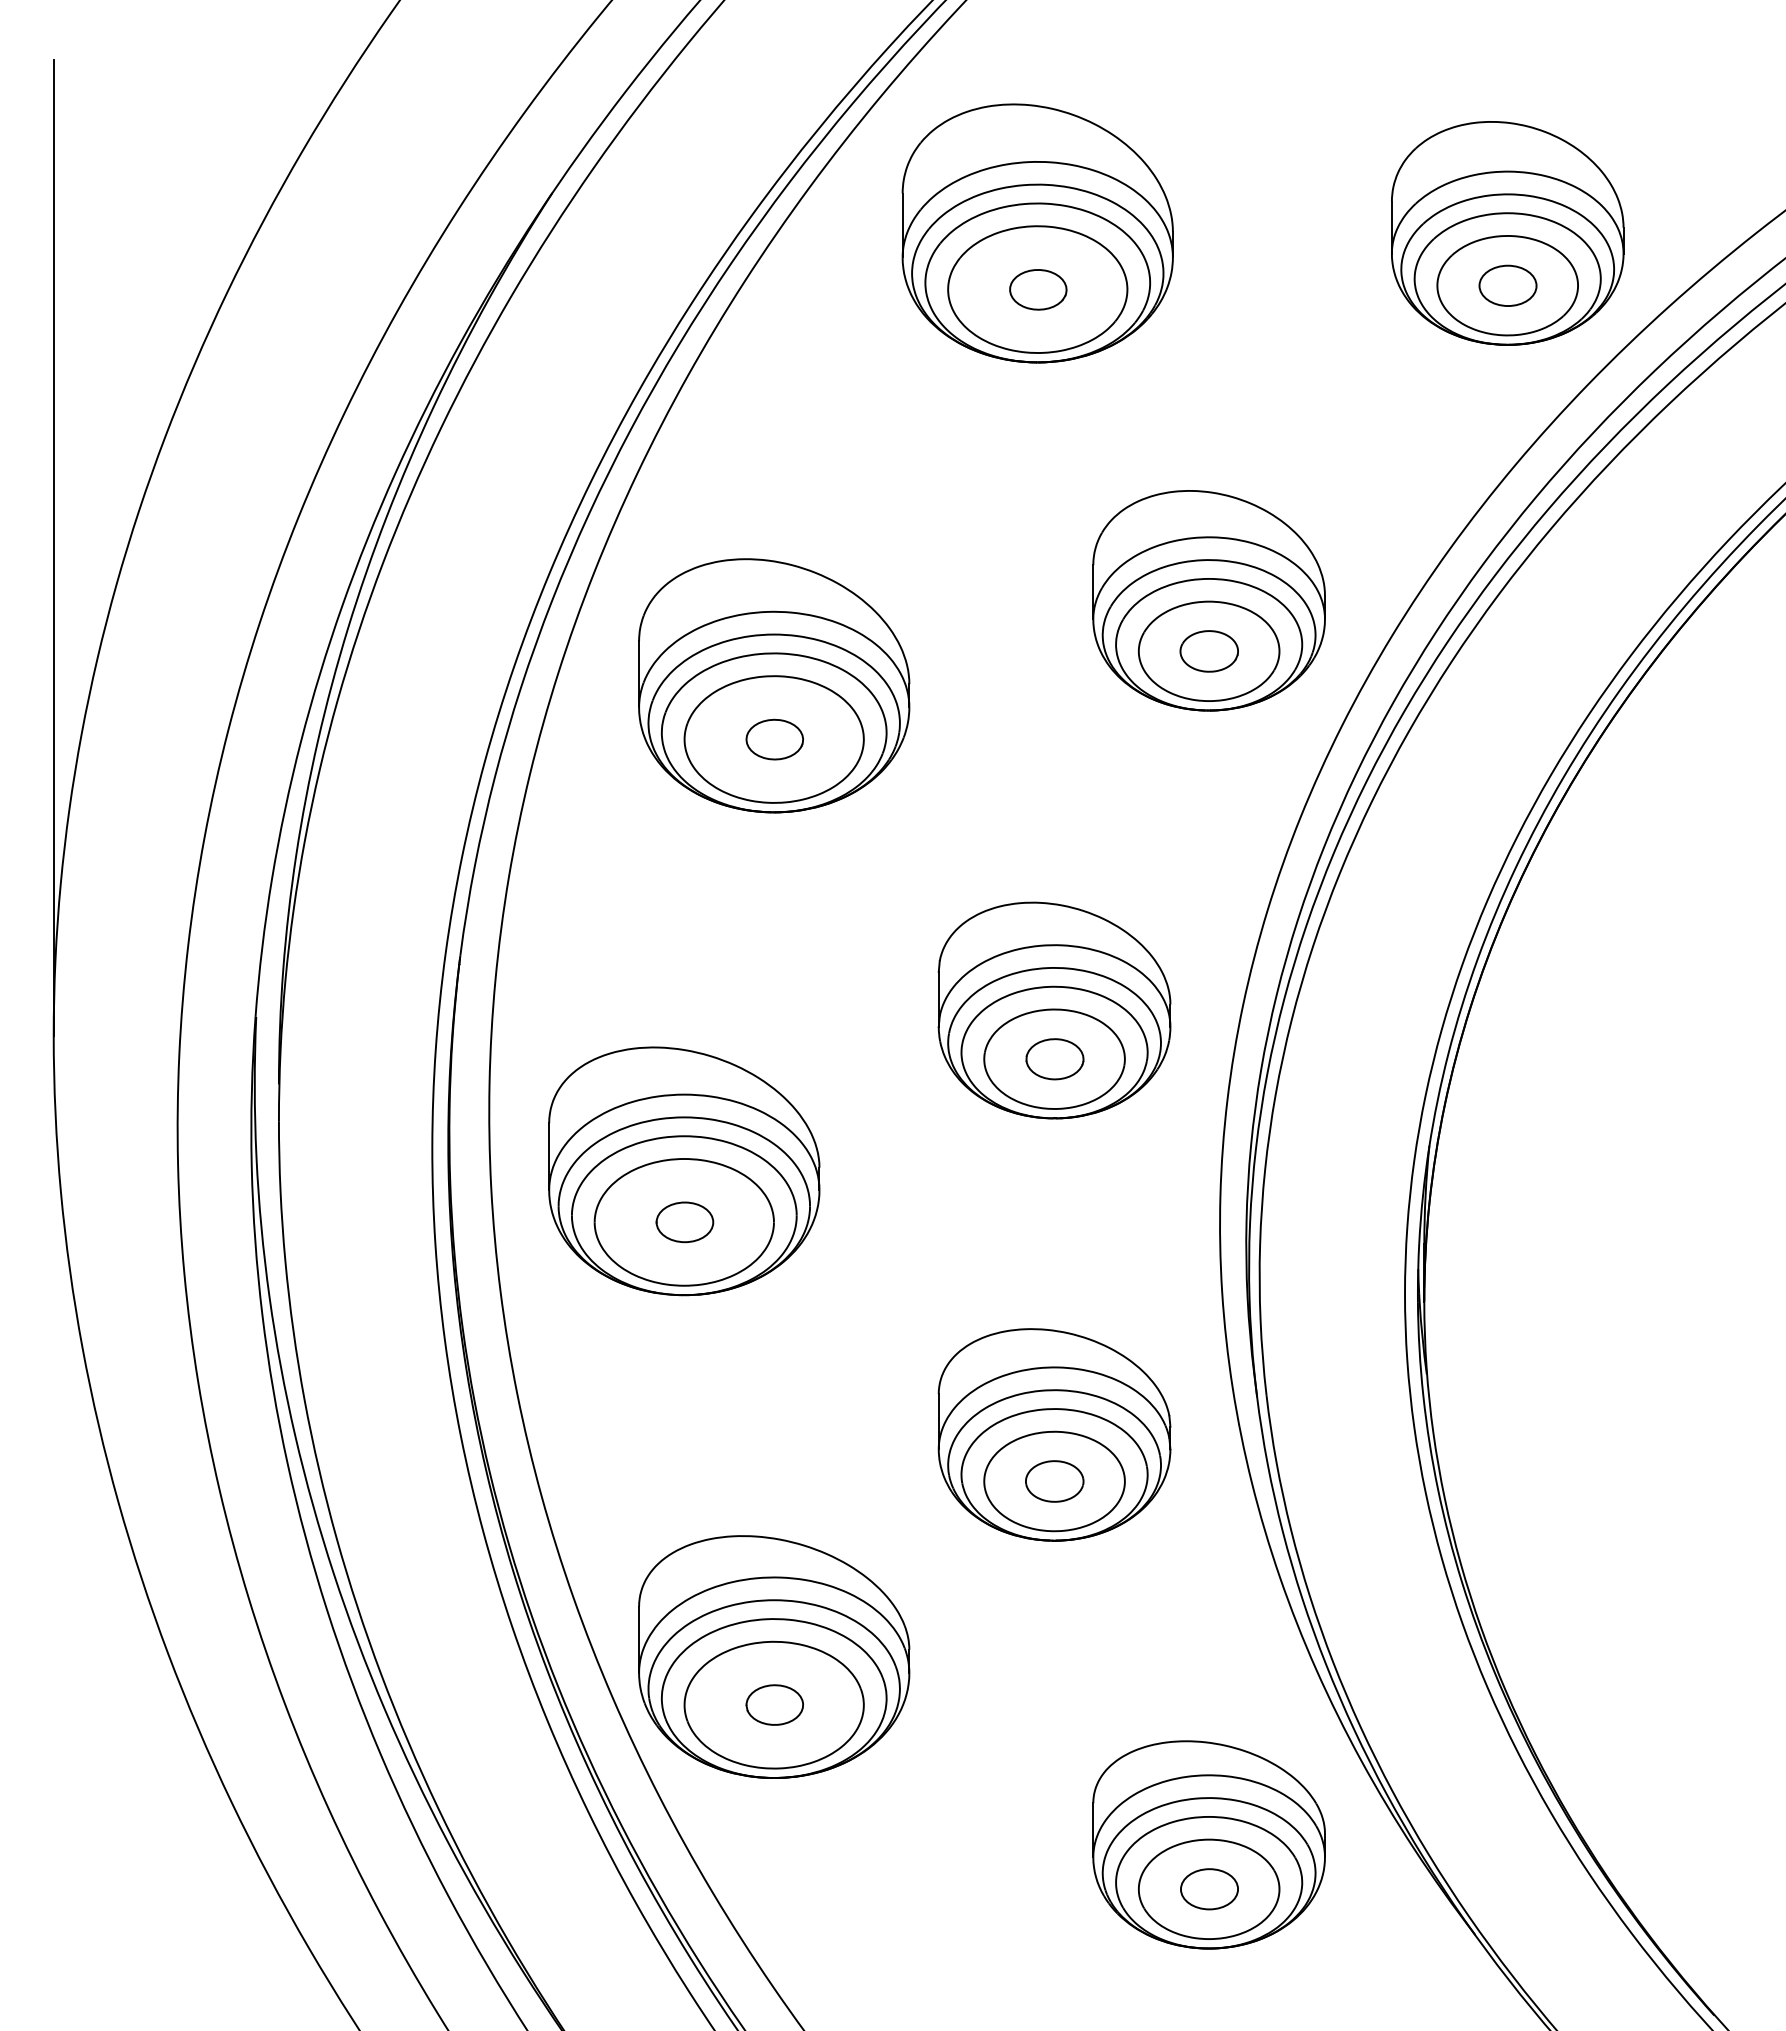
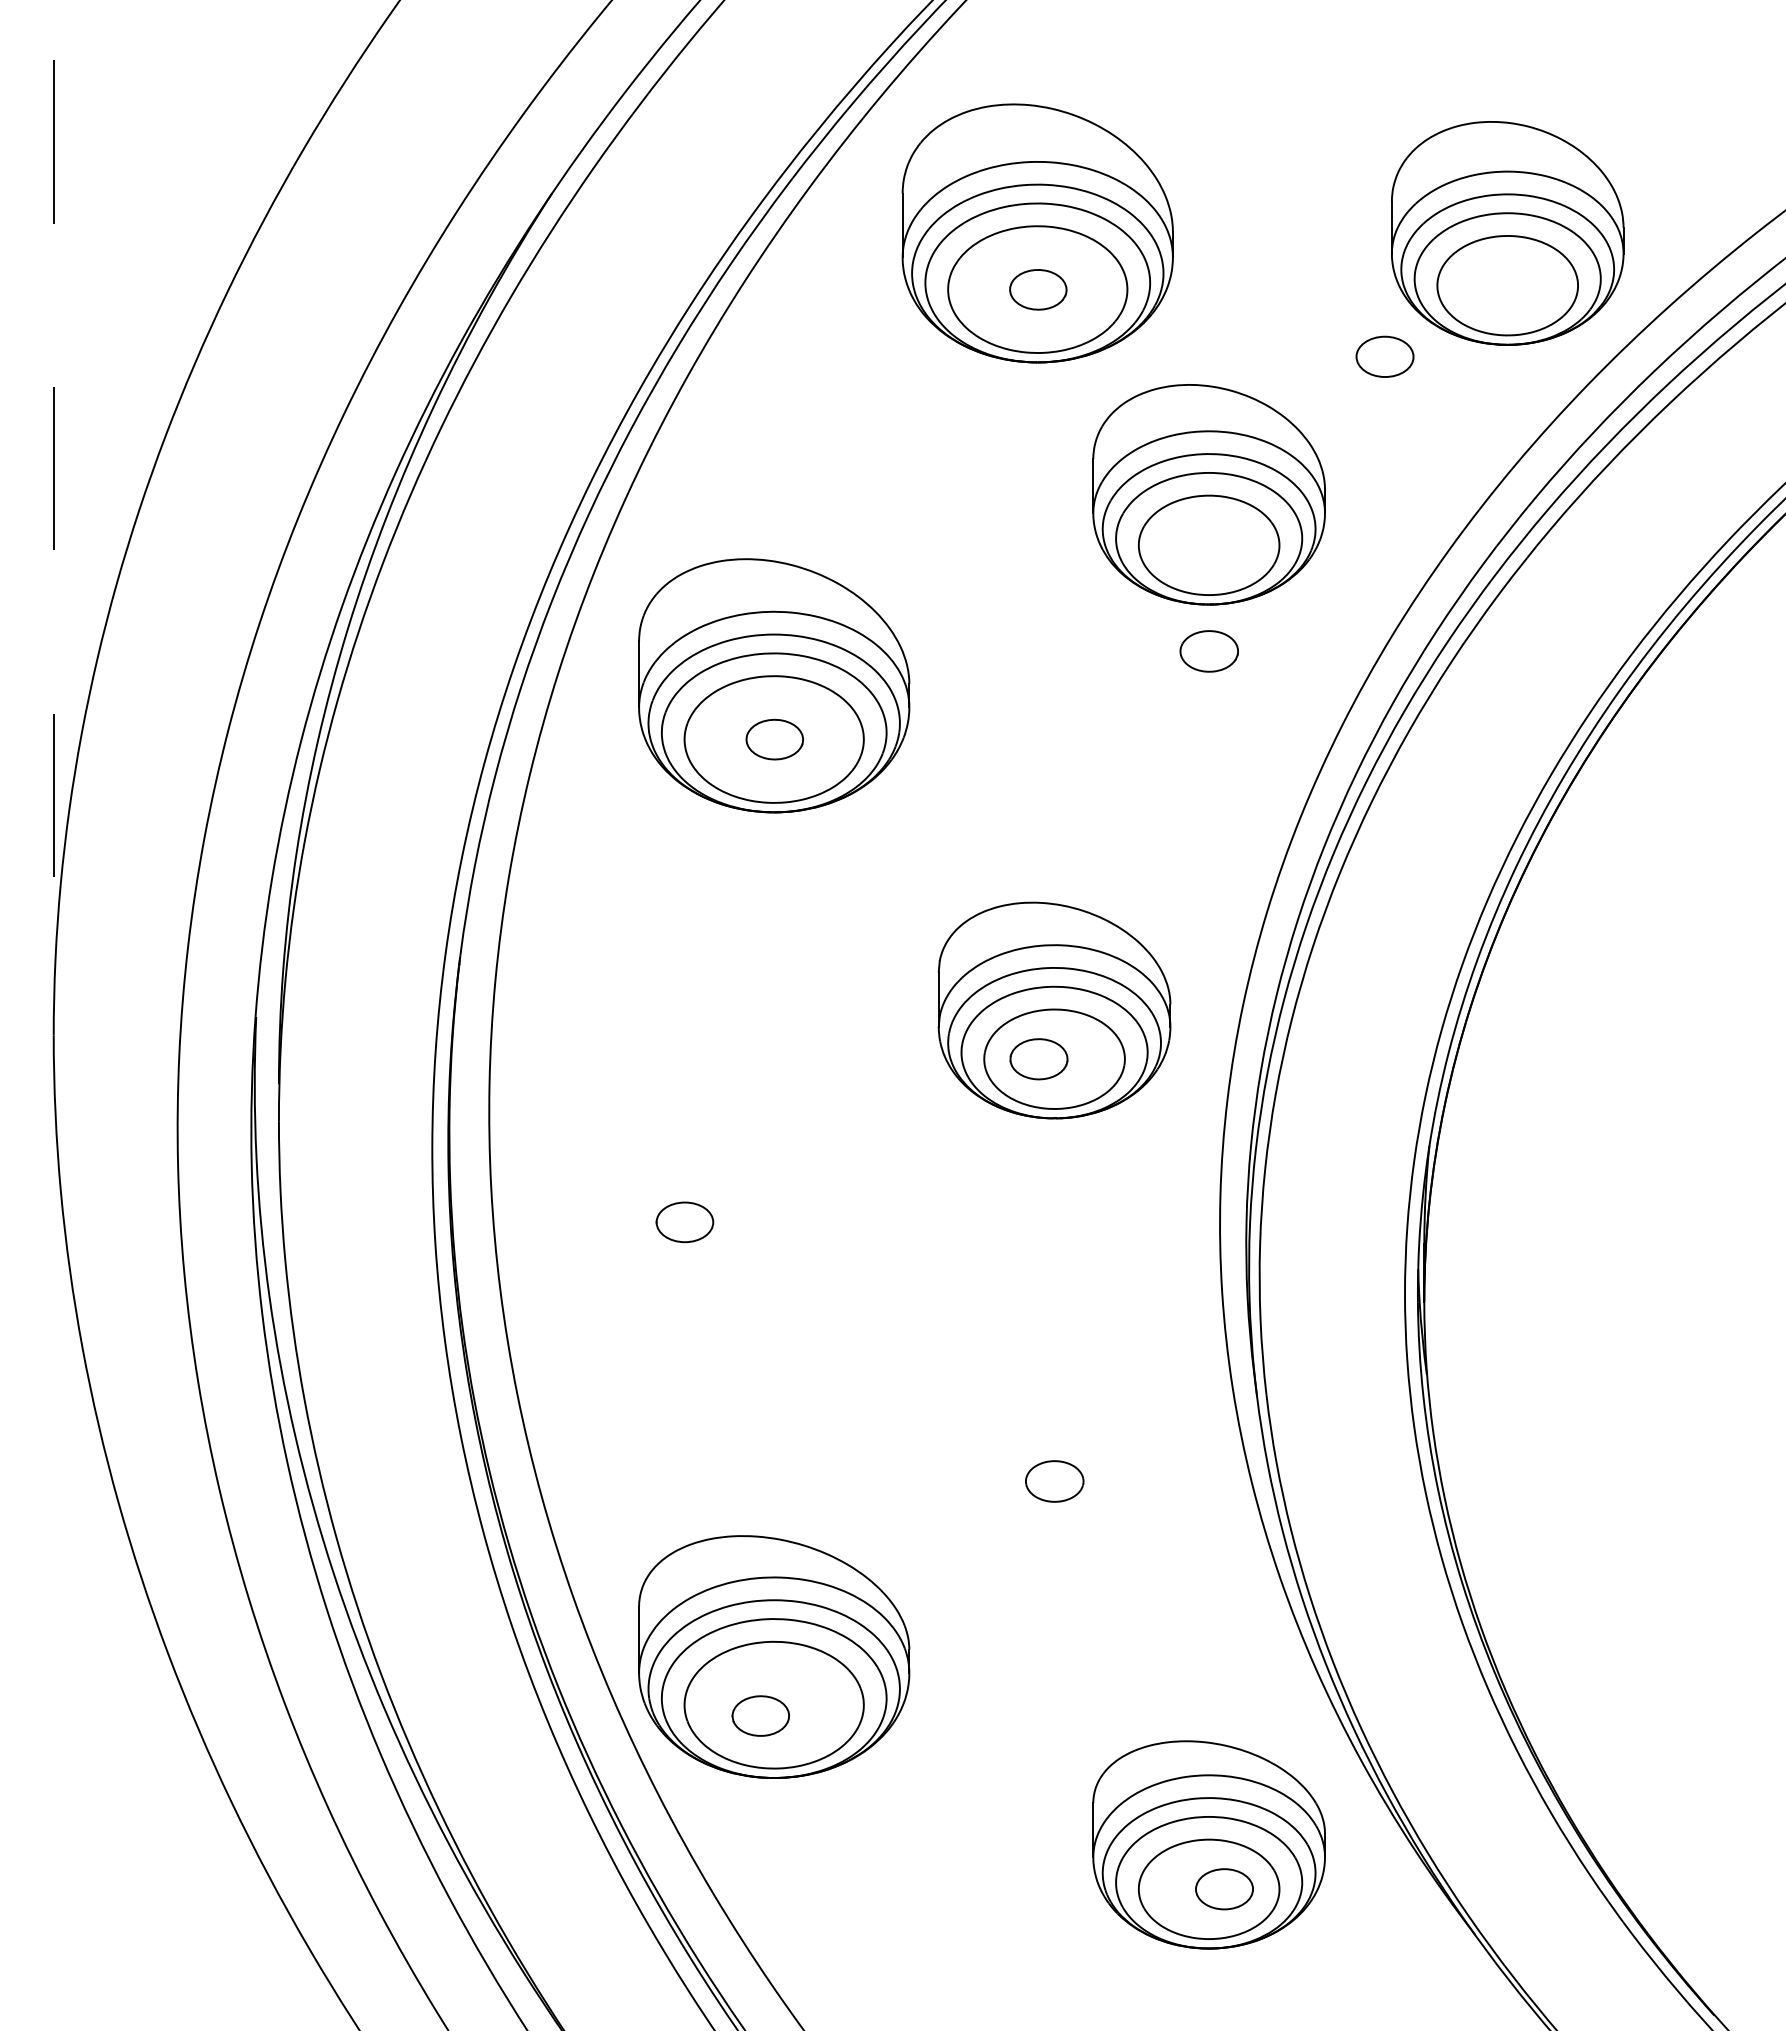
part at (1507, 285) position: (1507, 285) -> (1384, 356)
line at (53, 547): solid -> dashed
part at (1208, 600) position: (1208, 600) -> (1208, 494)
part at (1054, 1059) position: (1054, 1059) -> (1038, 1059)
part at (684, 1171): present -> none
part at (1054, 1434): present -> none
part at (774, 1704) position: (774, 1704) -> (760, 1715)
part at (1209, 1889) position: (1209, 1889) -> (1224, 1889)
